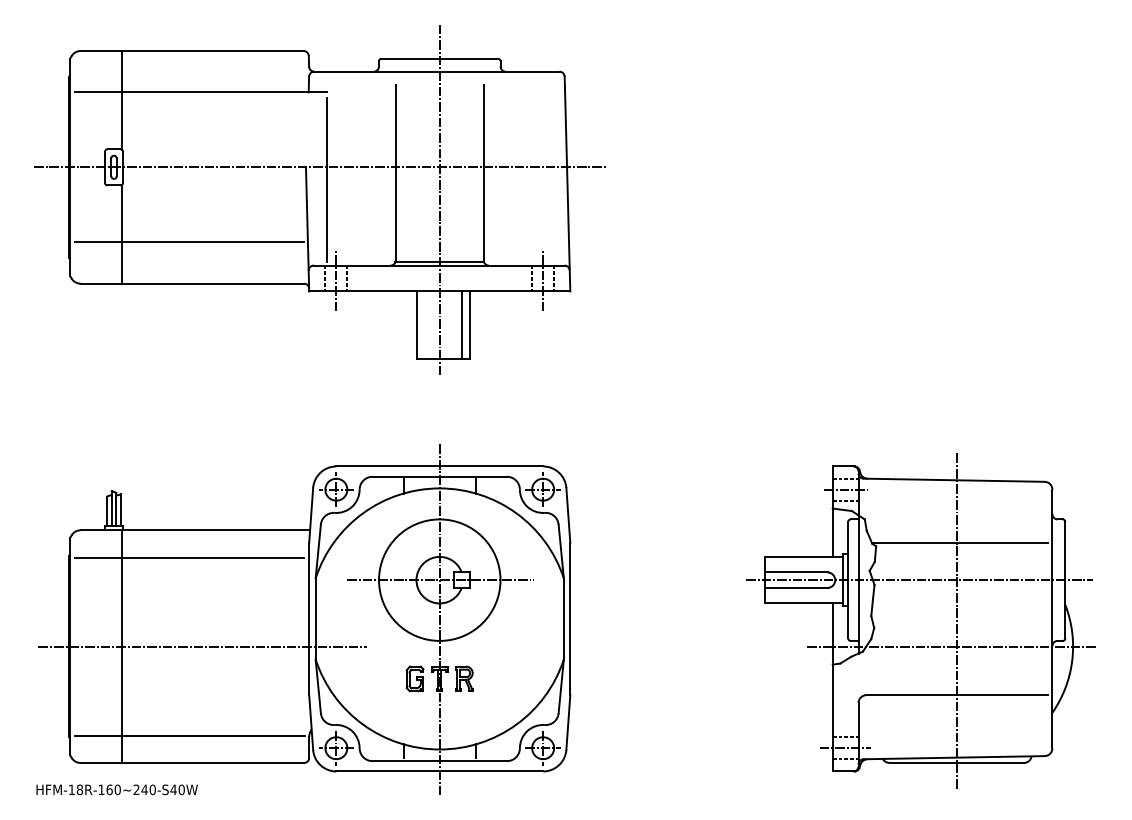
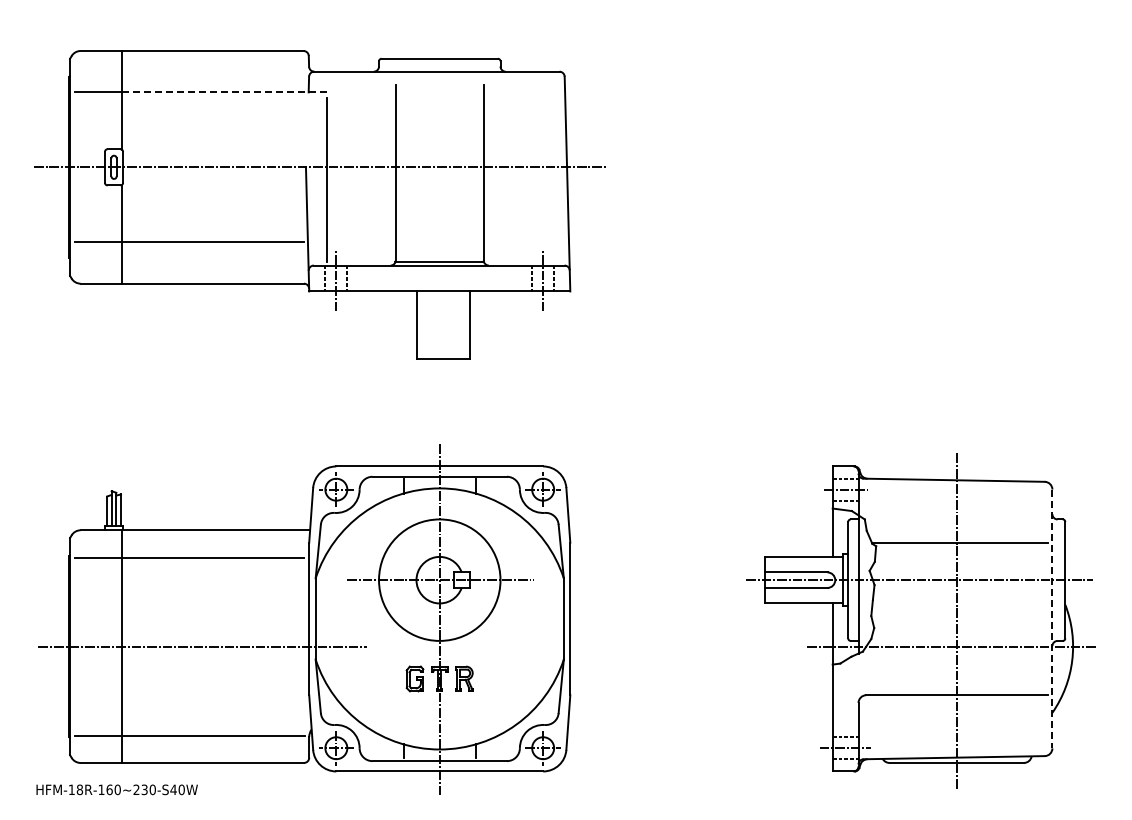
line at (224, 92): solid -> dashed
line at (439, 199): present -> none
line at (461, 324): present -> none
line at (1052, 619): solid -> dashed
text at (144, 789): HFM-18R-160~240-S40W -> HFM-18R-160~230-S40W
